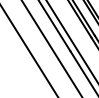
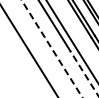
line at (51, 48): solid -> dashed
line at (84, 73): solid -> dashed
